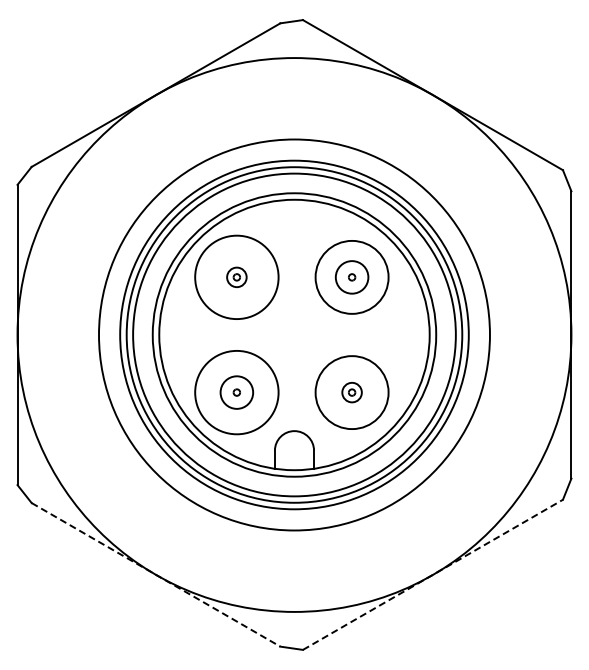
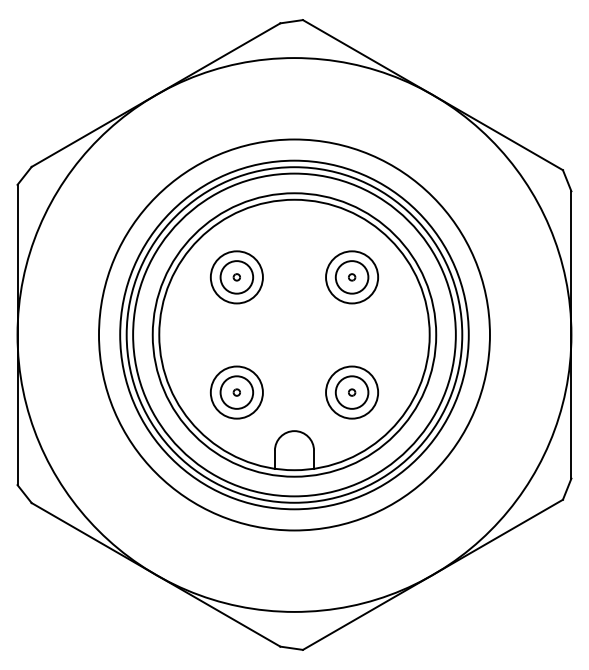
circle at (351, 276) diameter: 73 px -> 52 px
circle at (236, 277) diameter: 20 px -> 33 px
circle at (236, 277) diameter: 83 px -> 52 px
circle at (236, 392) diameter: 83 px -> 52 px
circle at (351, 392) diameter: 20 px -> 33 px
circle at (351, 392) diameter: 73 px -> 52 px
line at (156, 574): dashed -> solid
line at (433, 574): dashed -> solid
